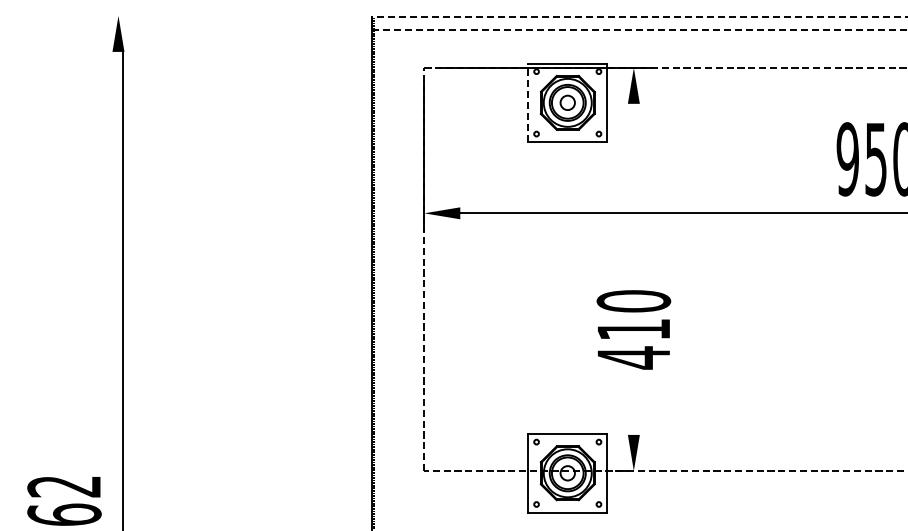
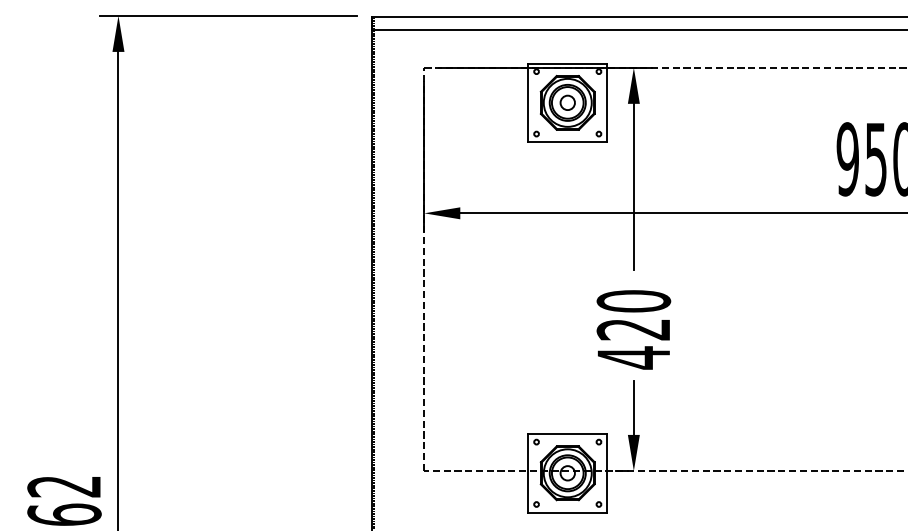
line at (228, 15): none -> present
line at (639, 16): dashed -> solid
line at (639, 29): dashed -> solid
line at (528, 102): dashed -> solid
line at (633, 186): none -> present
line at (123, 289) position: (123, 289) -> (118, 289)
text at (632, 329): 410 -> 420
line at (633, 407): none -> present
